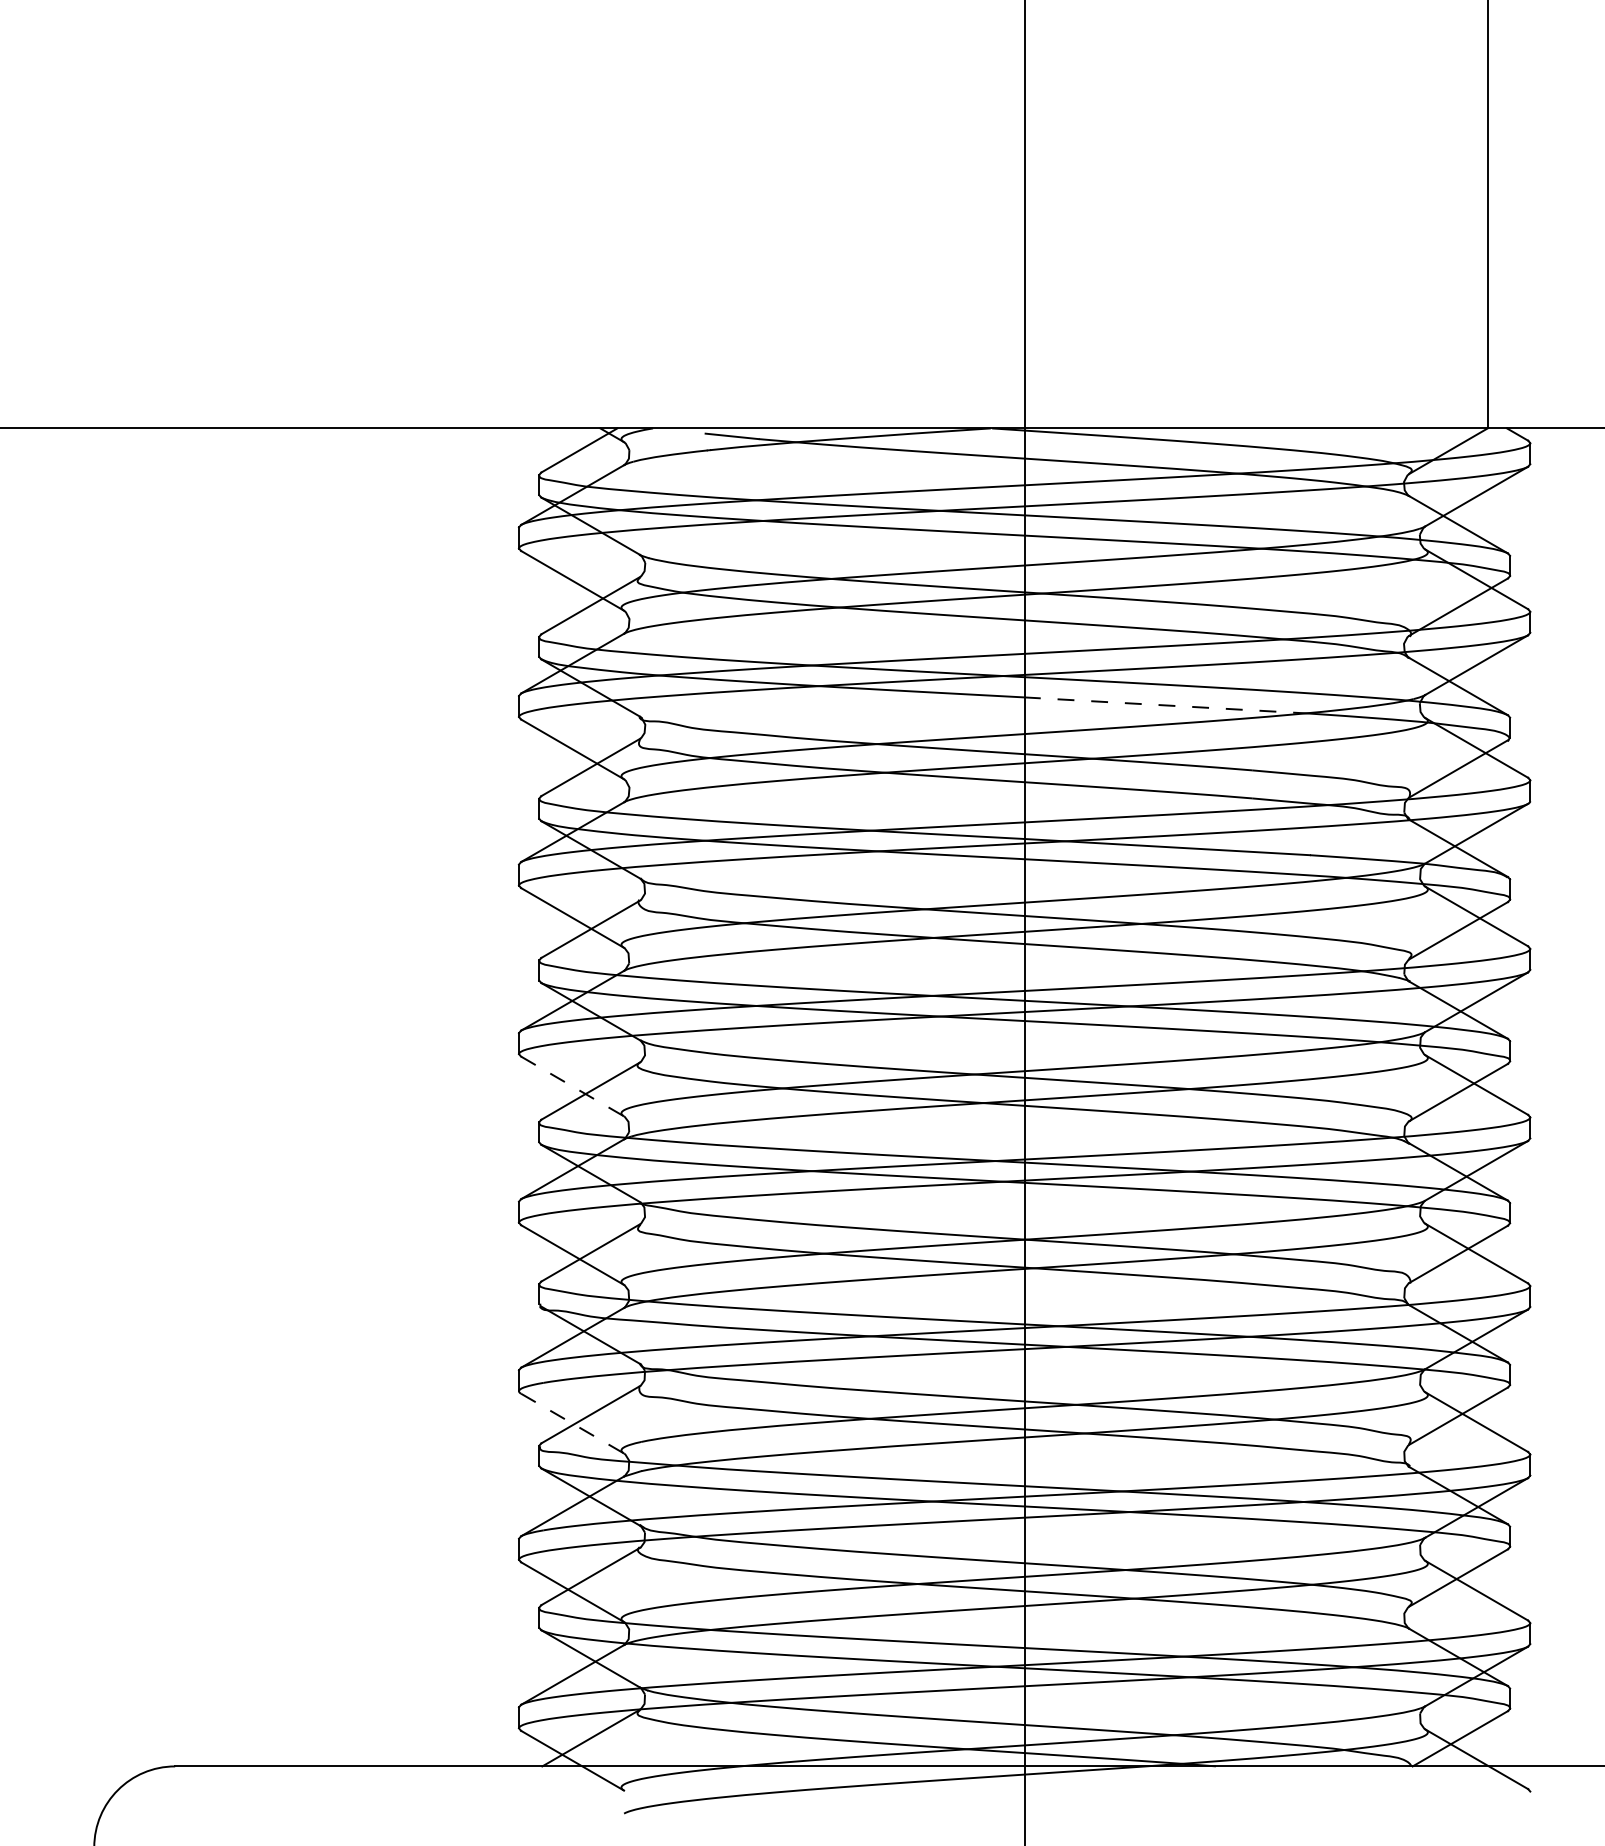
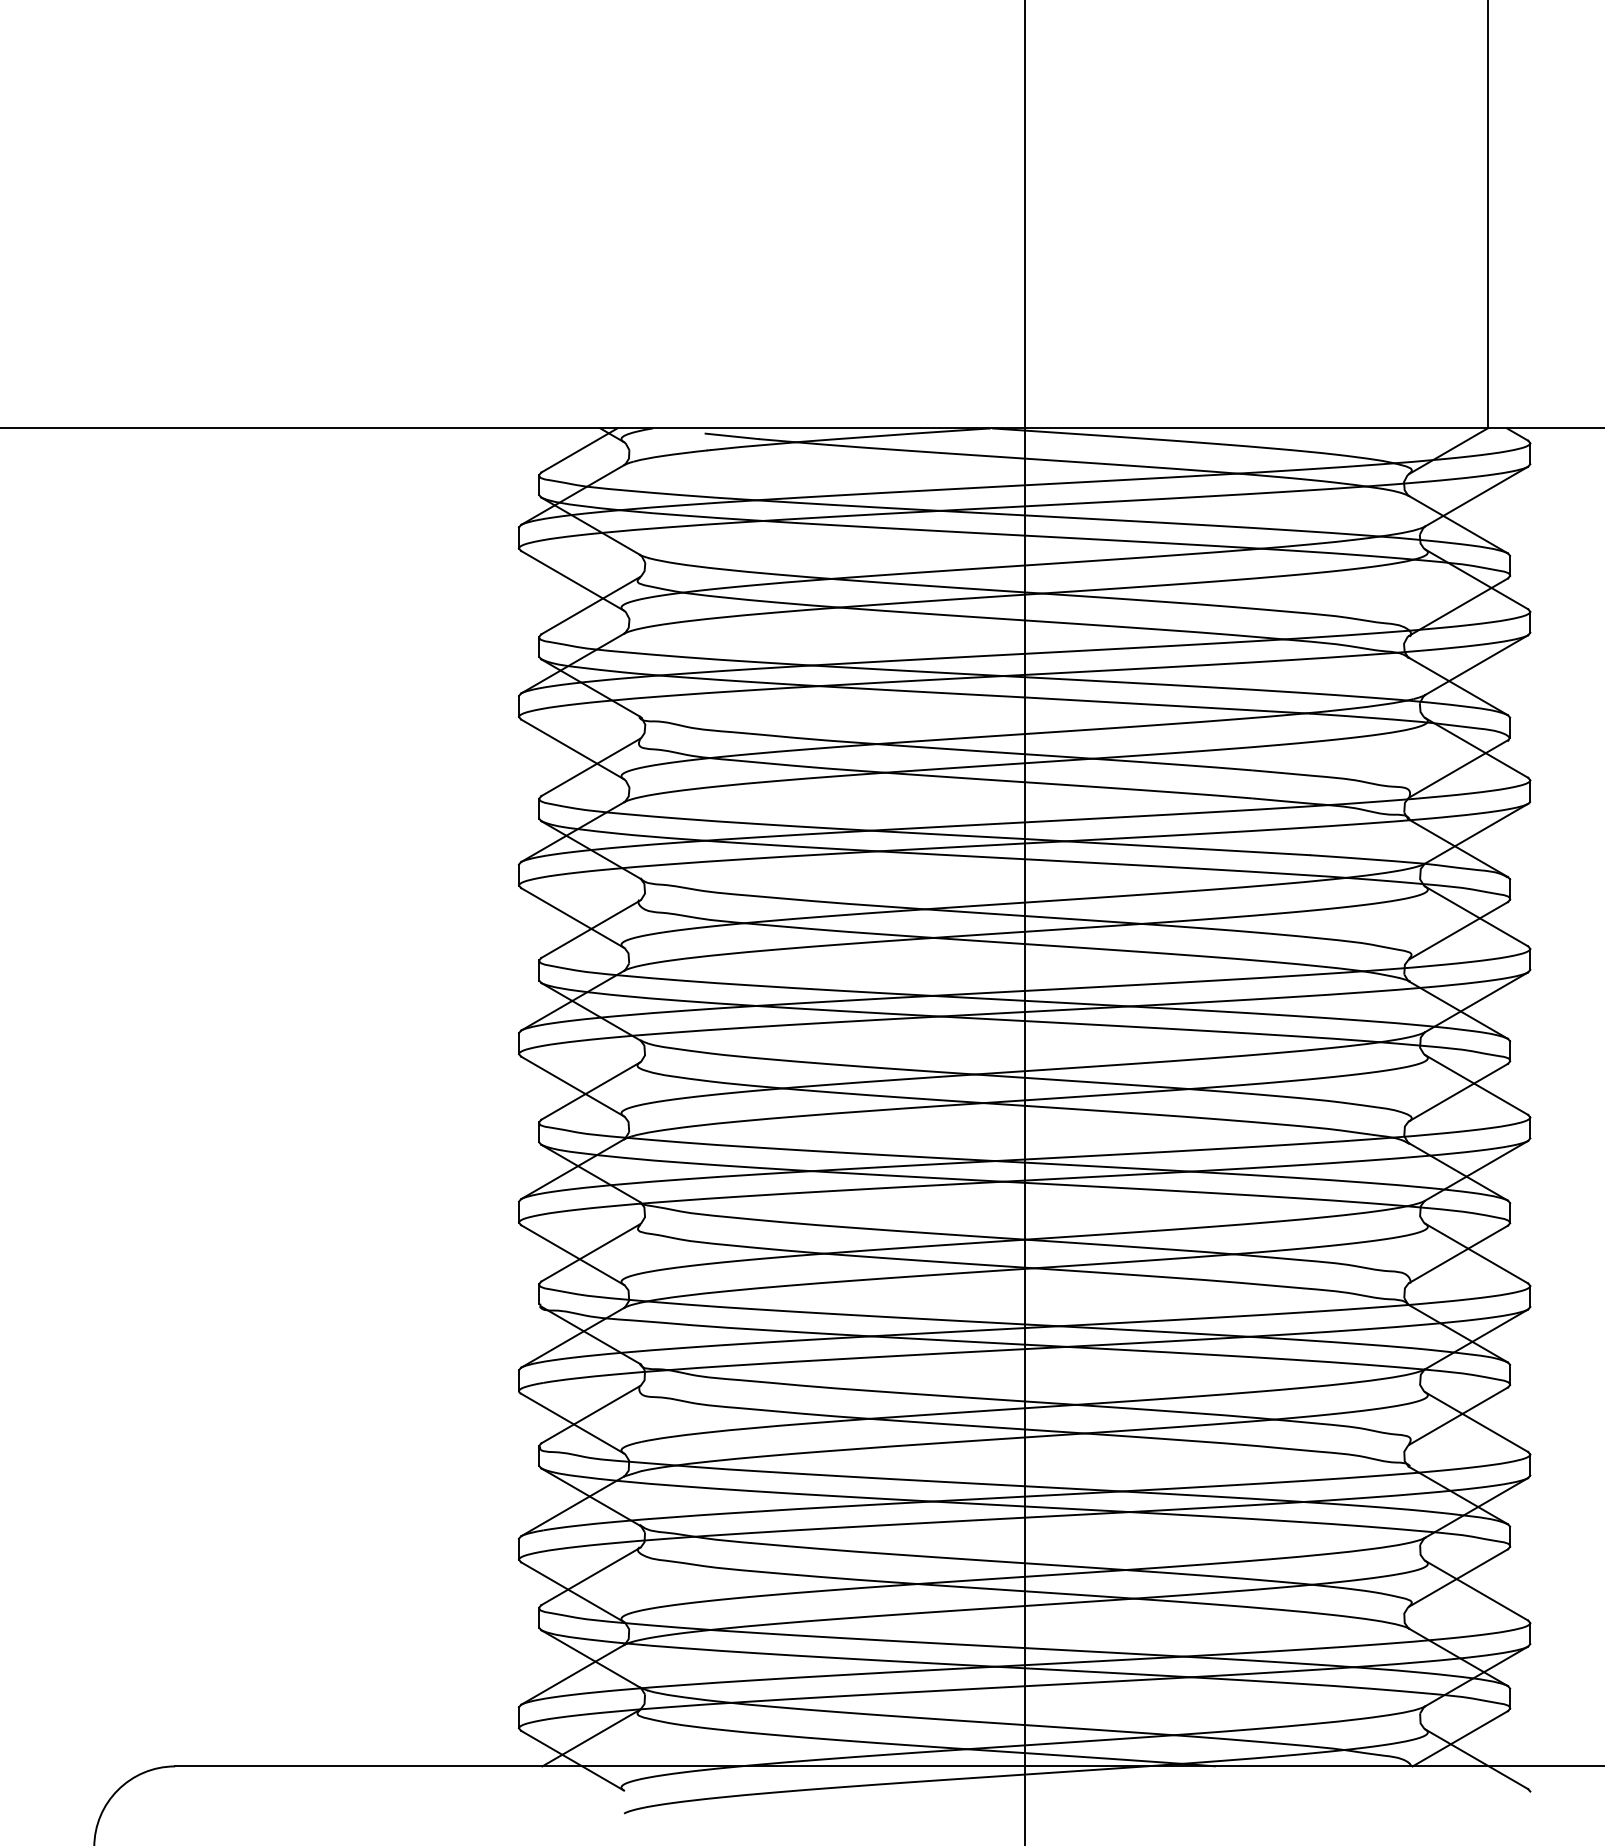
line at (1167, 705): dashed -> solid
line at (572, 1086): dashed -> solid
line at (572, 1423): dashed -> solid
